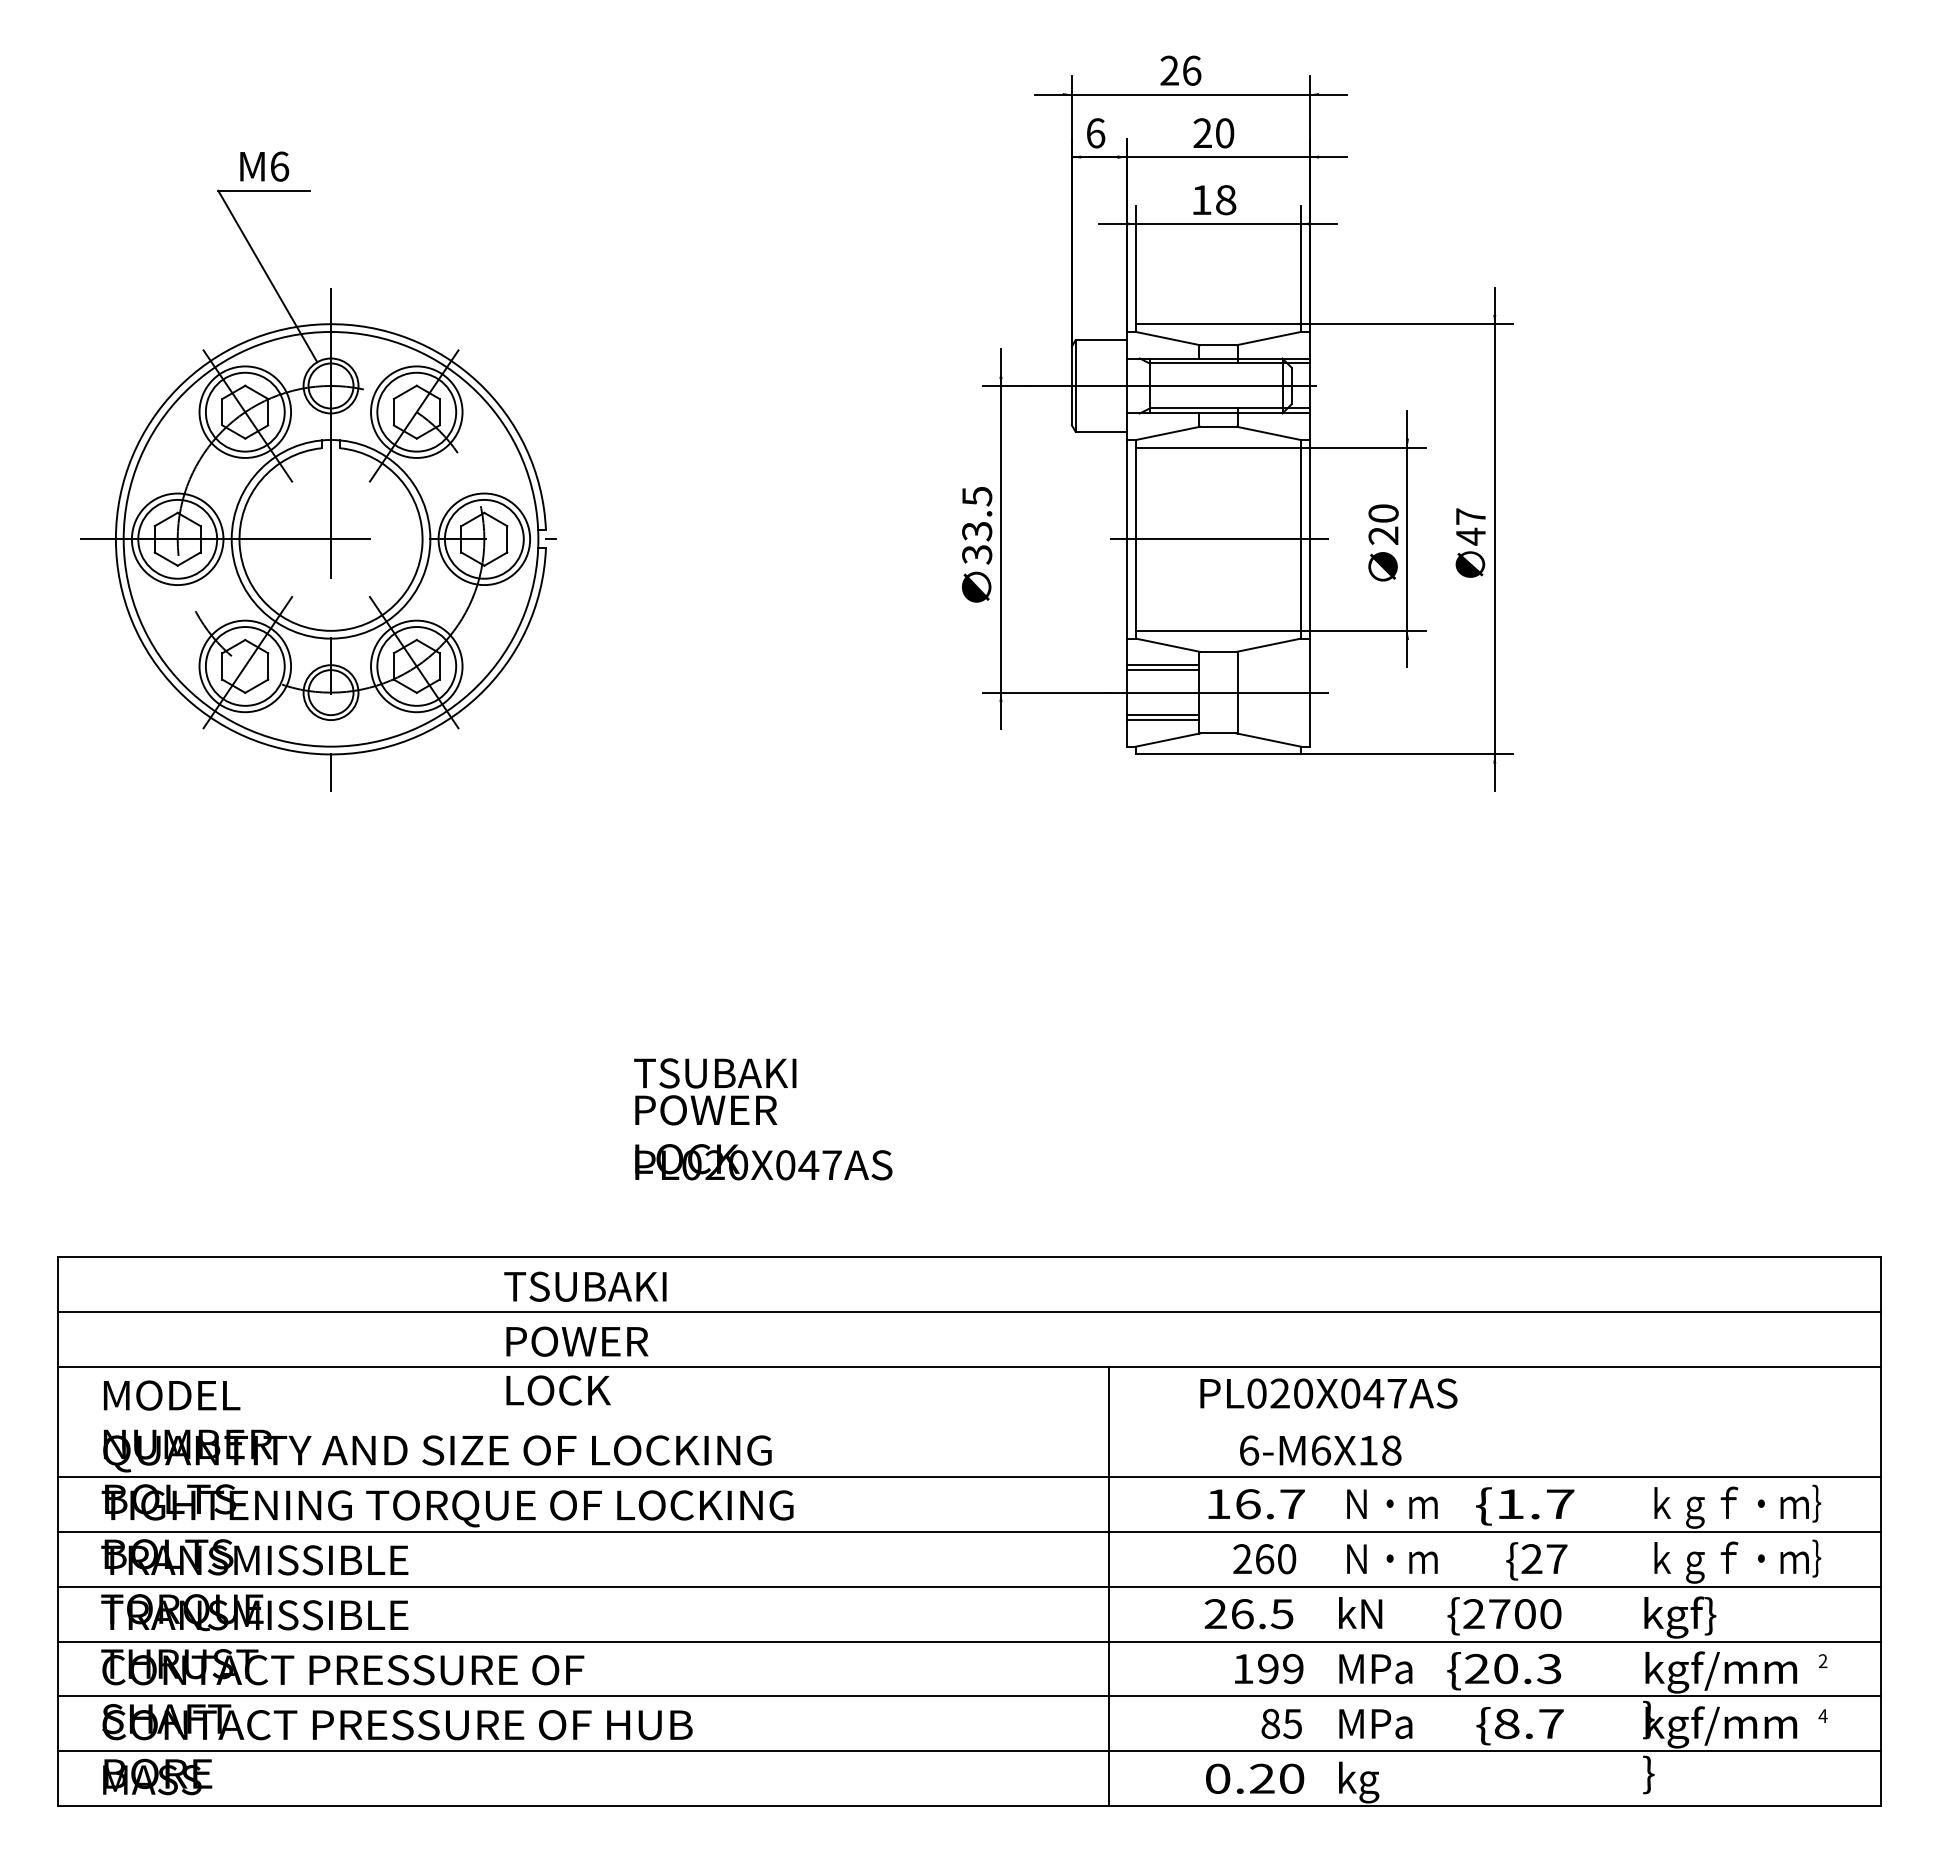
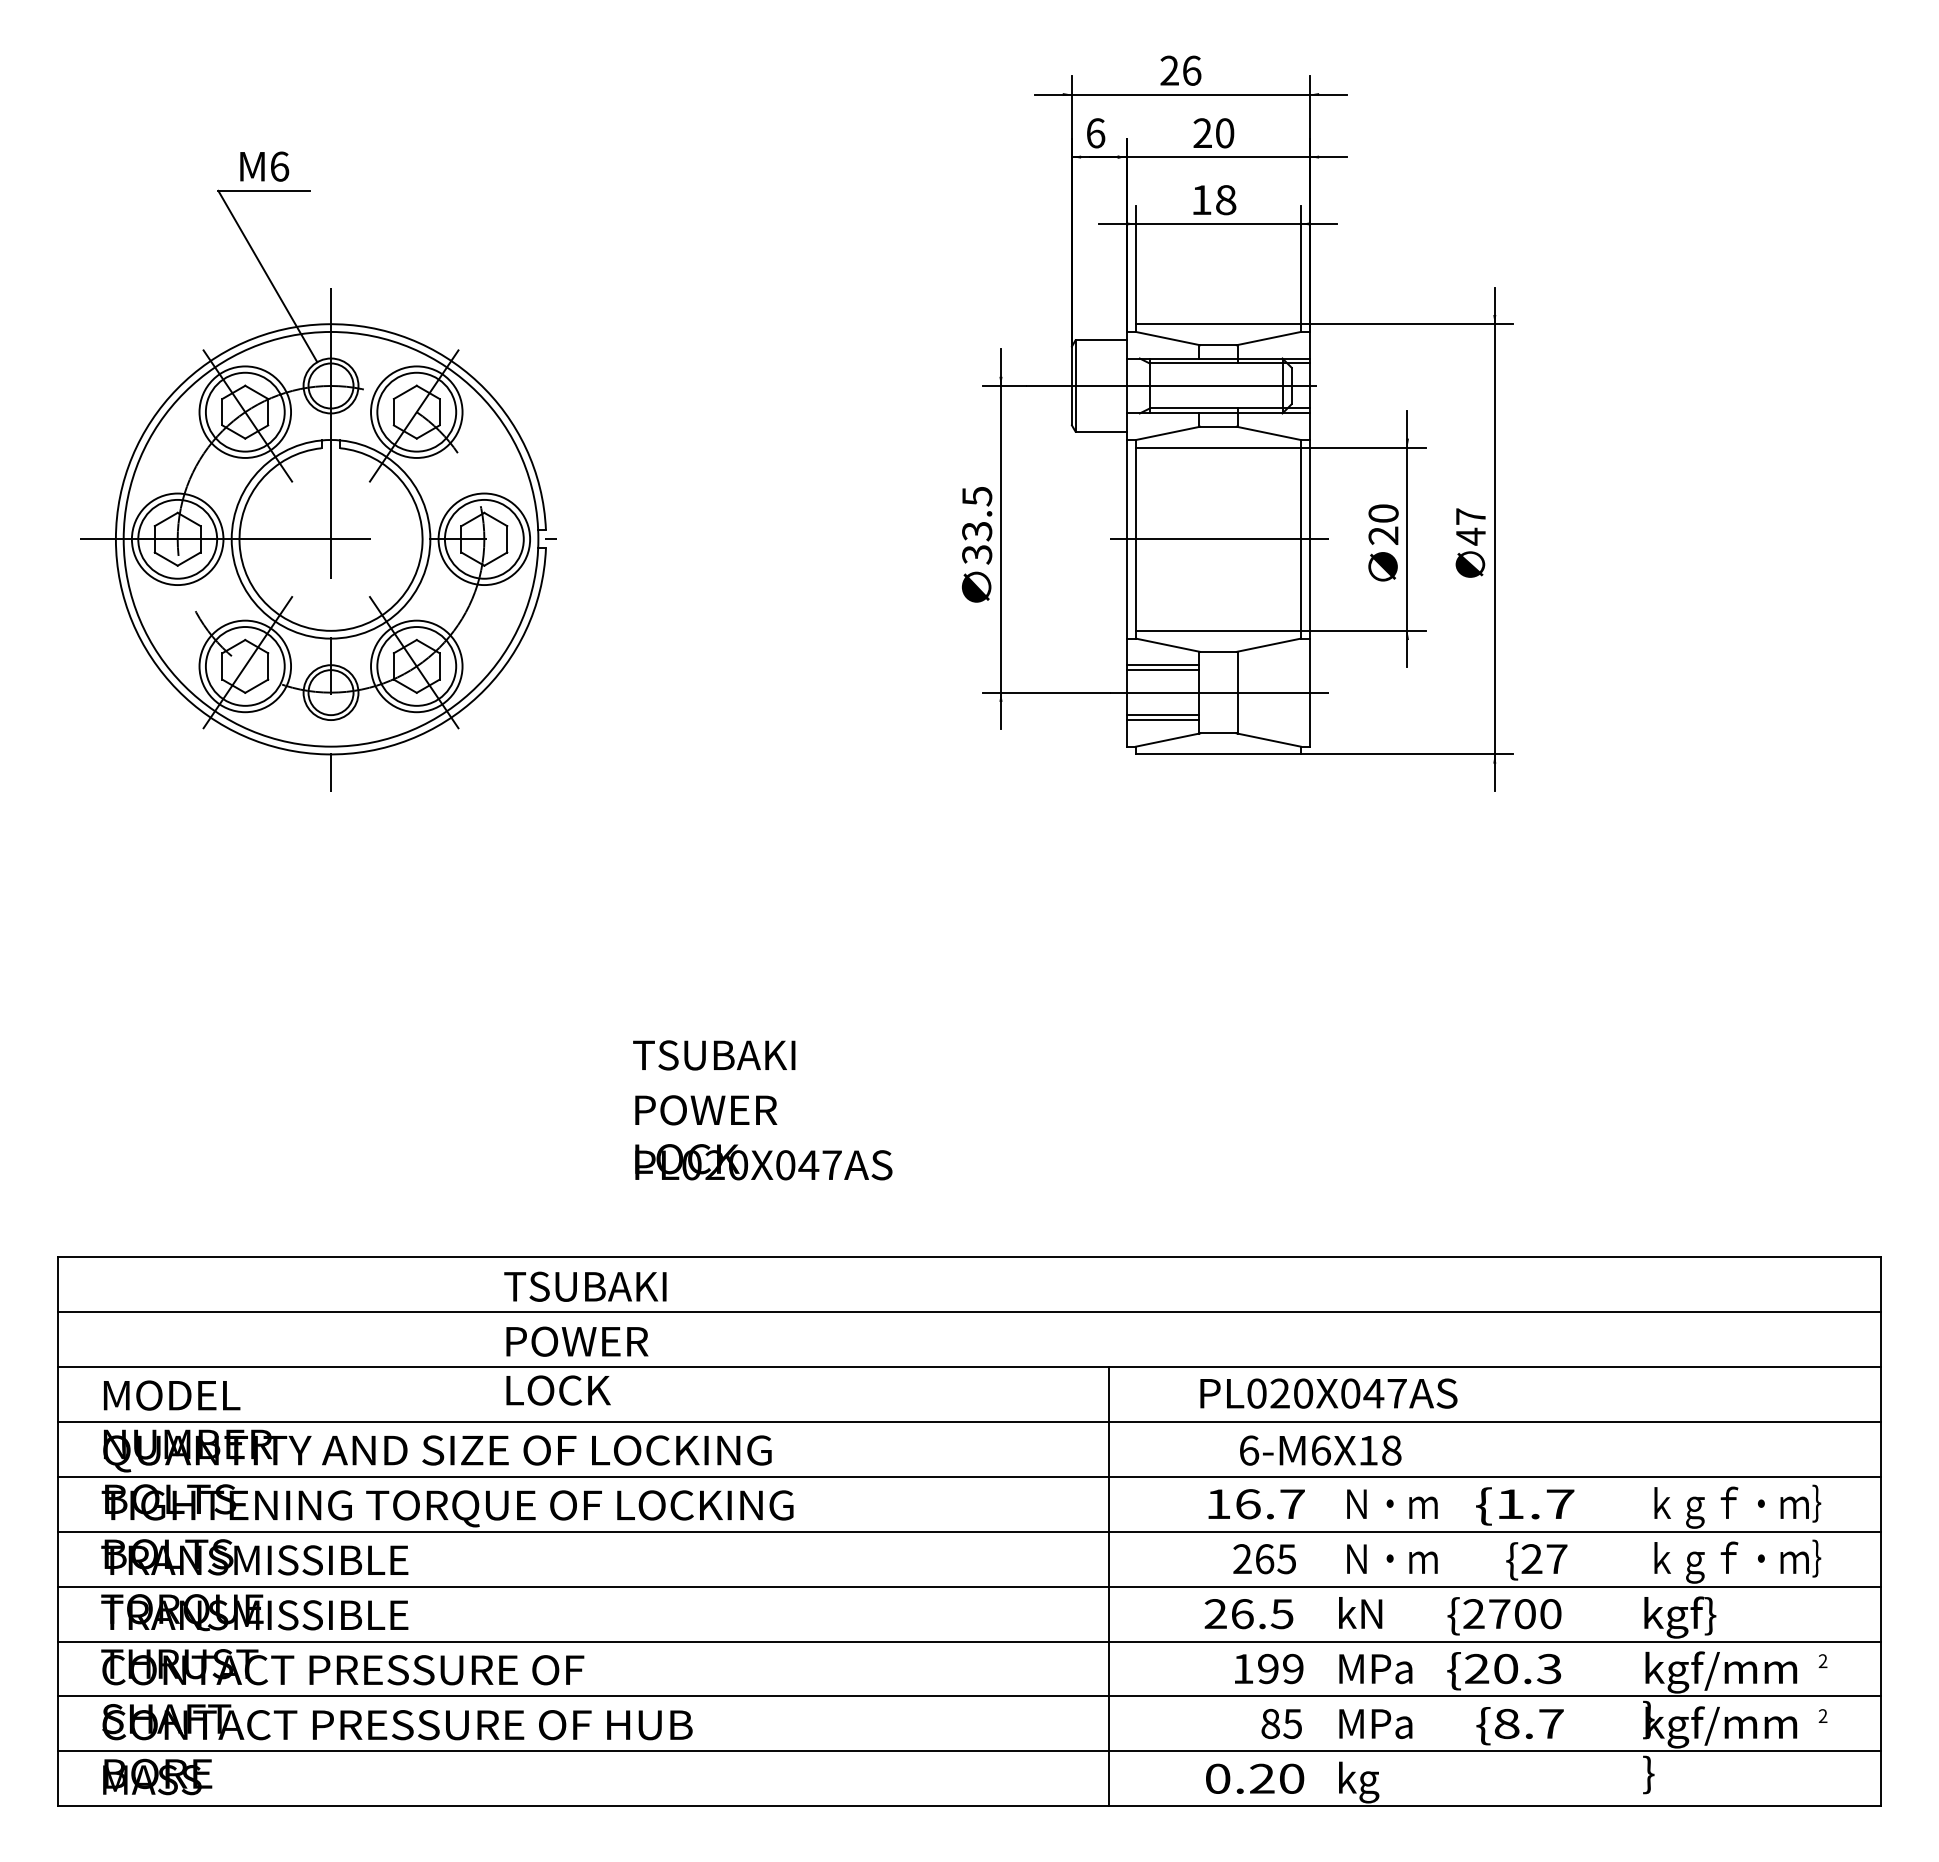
text at (715, 1073) position: (715, 1073) -> (714, 1055)
line at (969, 1421): none -> present
text at (1286, 1559): 260 -> 265
text at (1822, 1715): 4 -> 2
